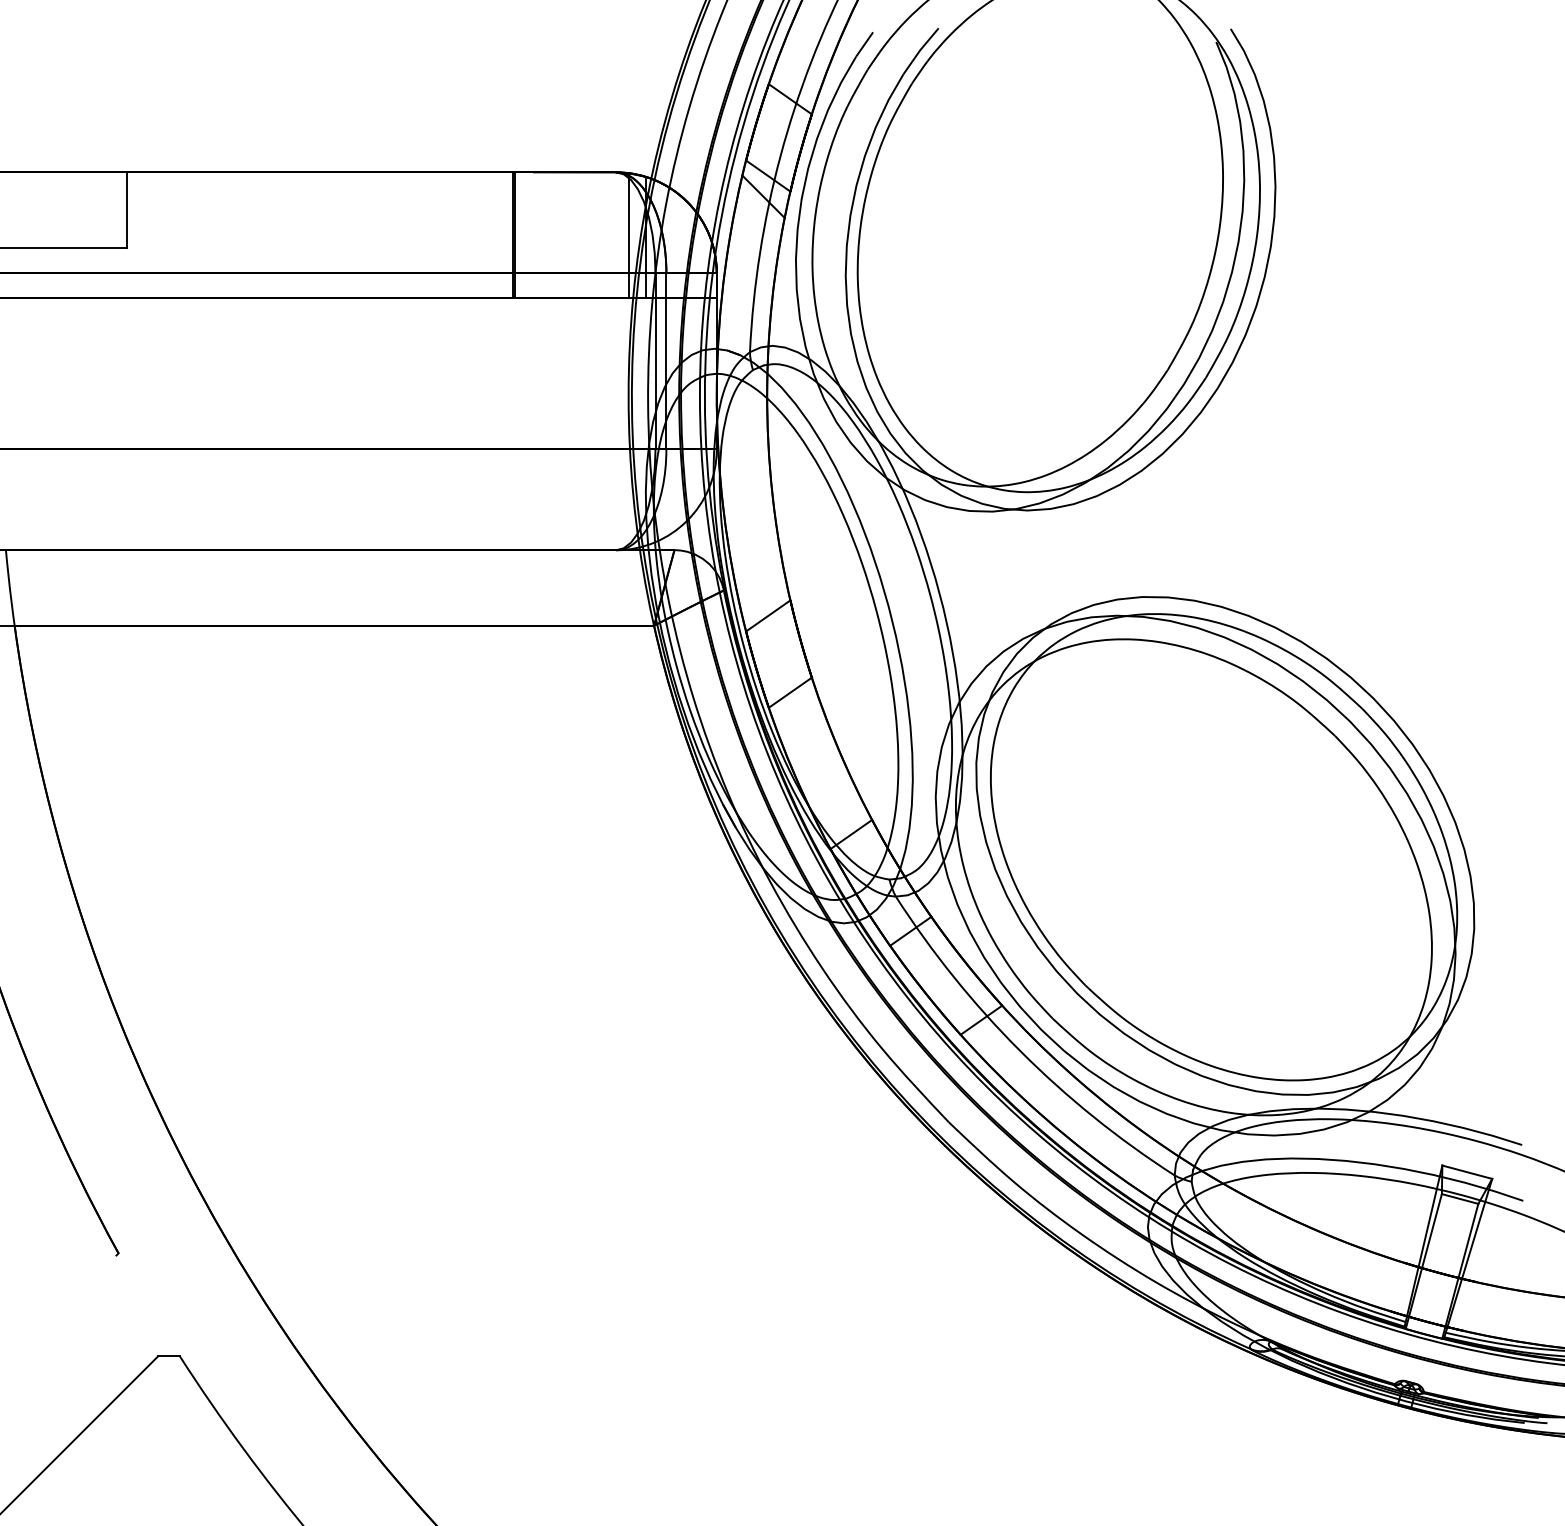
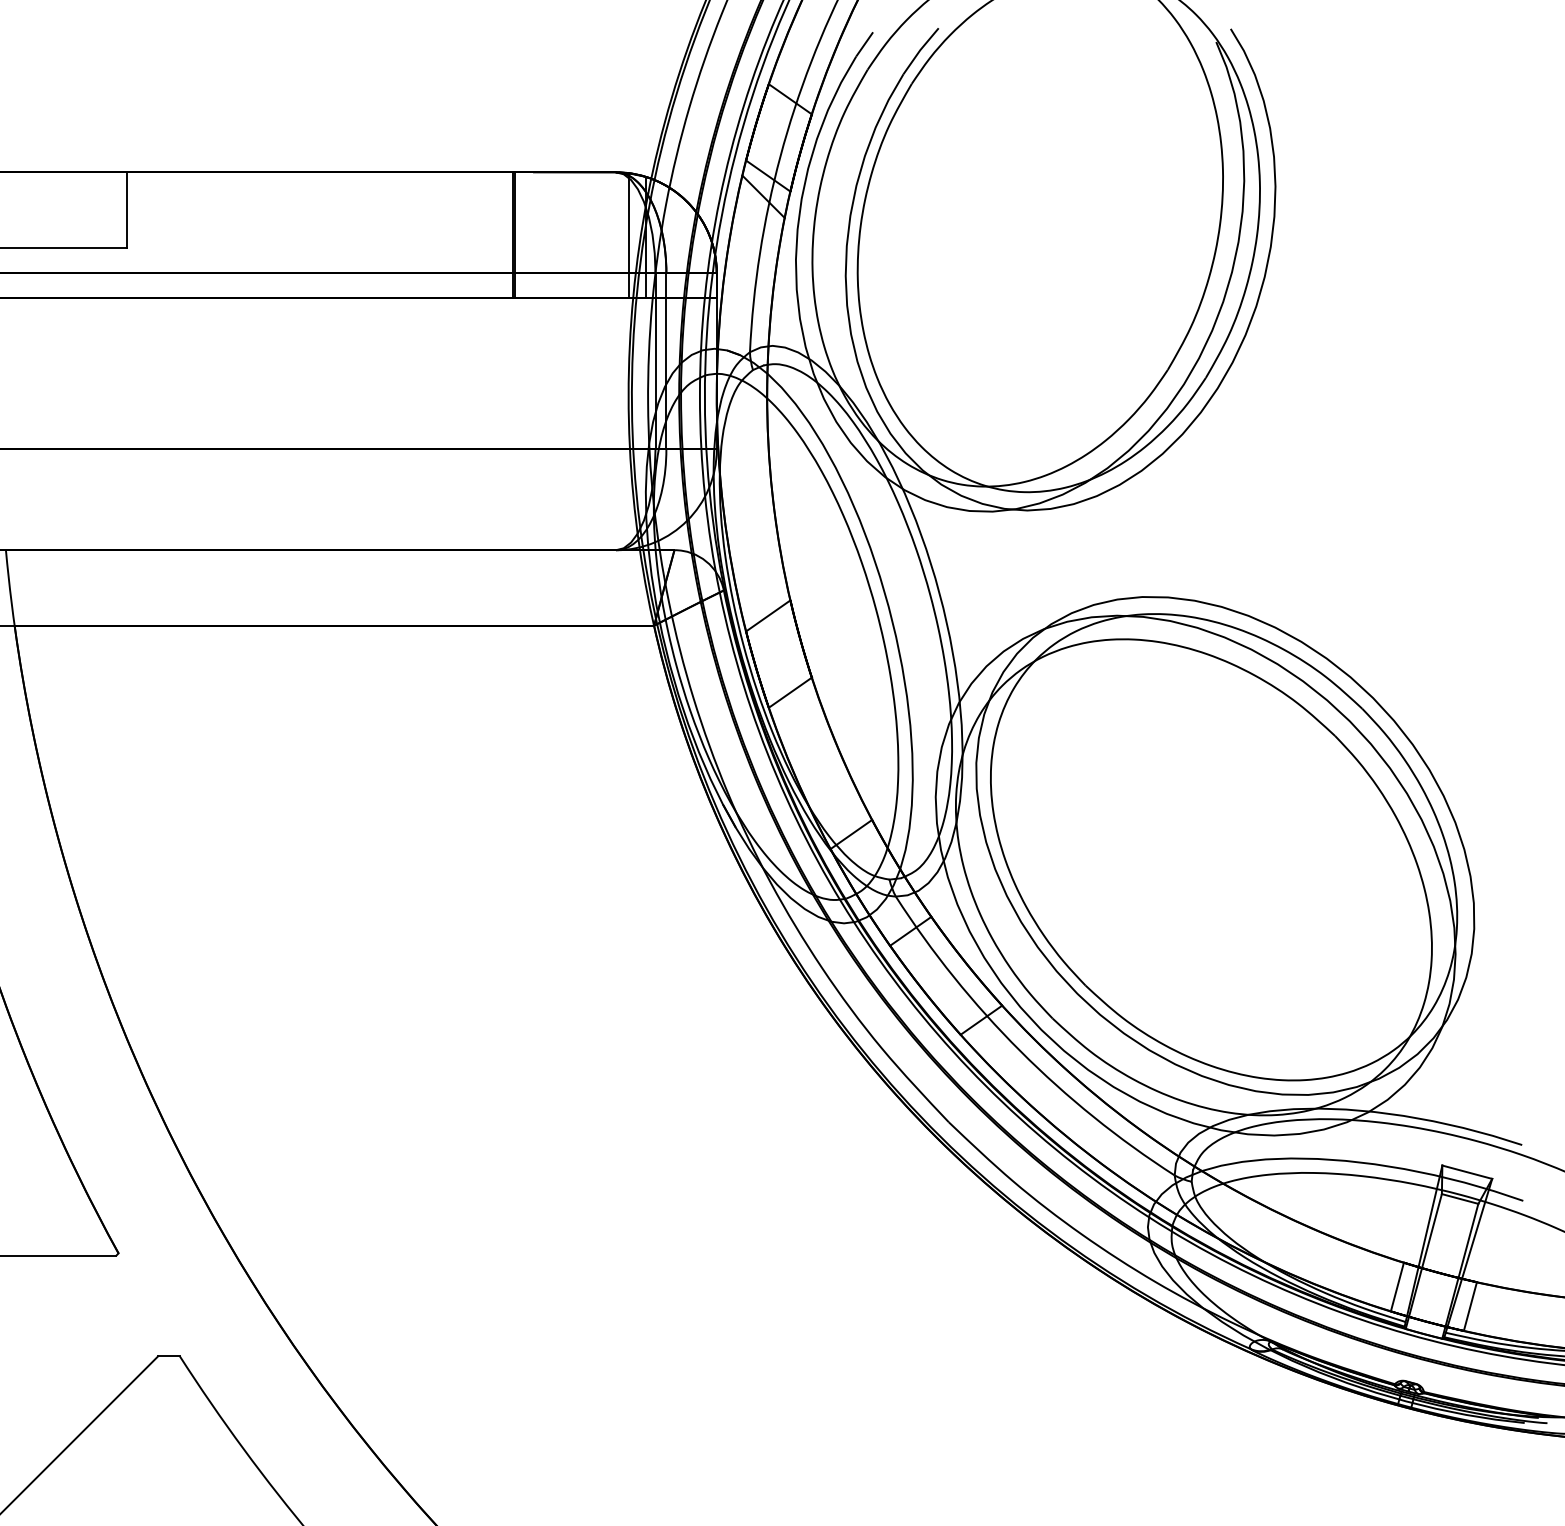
line at (59, 1255): none -> present
line at (1396, 1286): none -> present
line at (1469, 1306): none -> present
